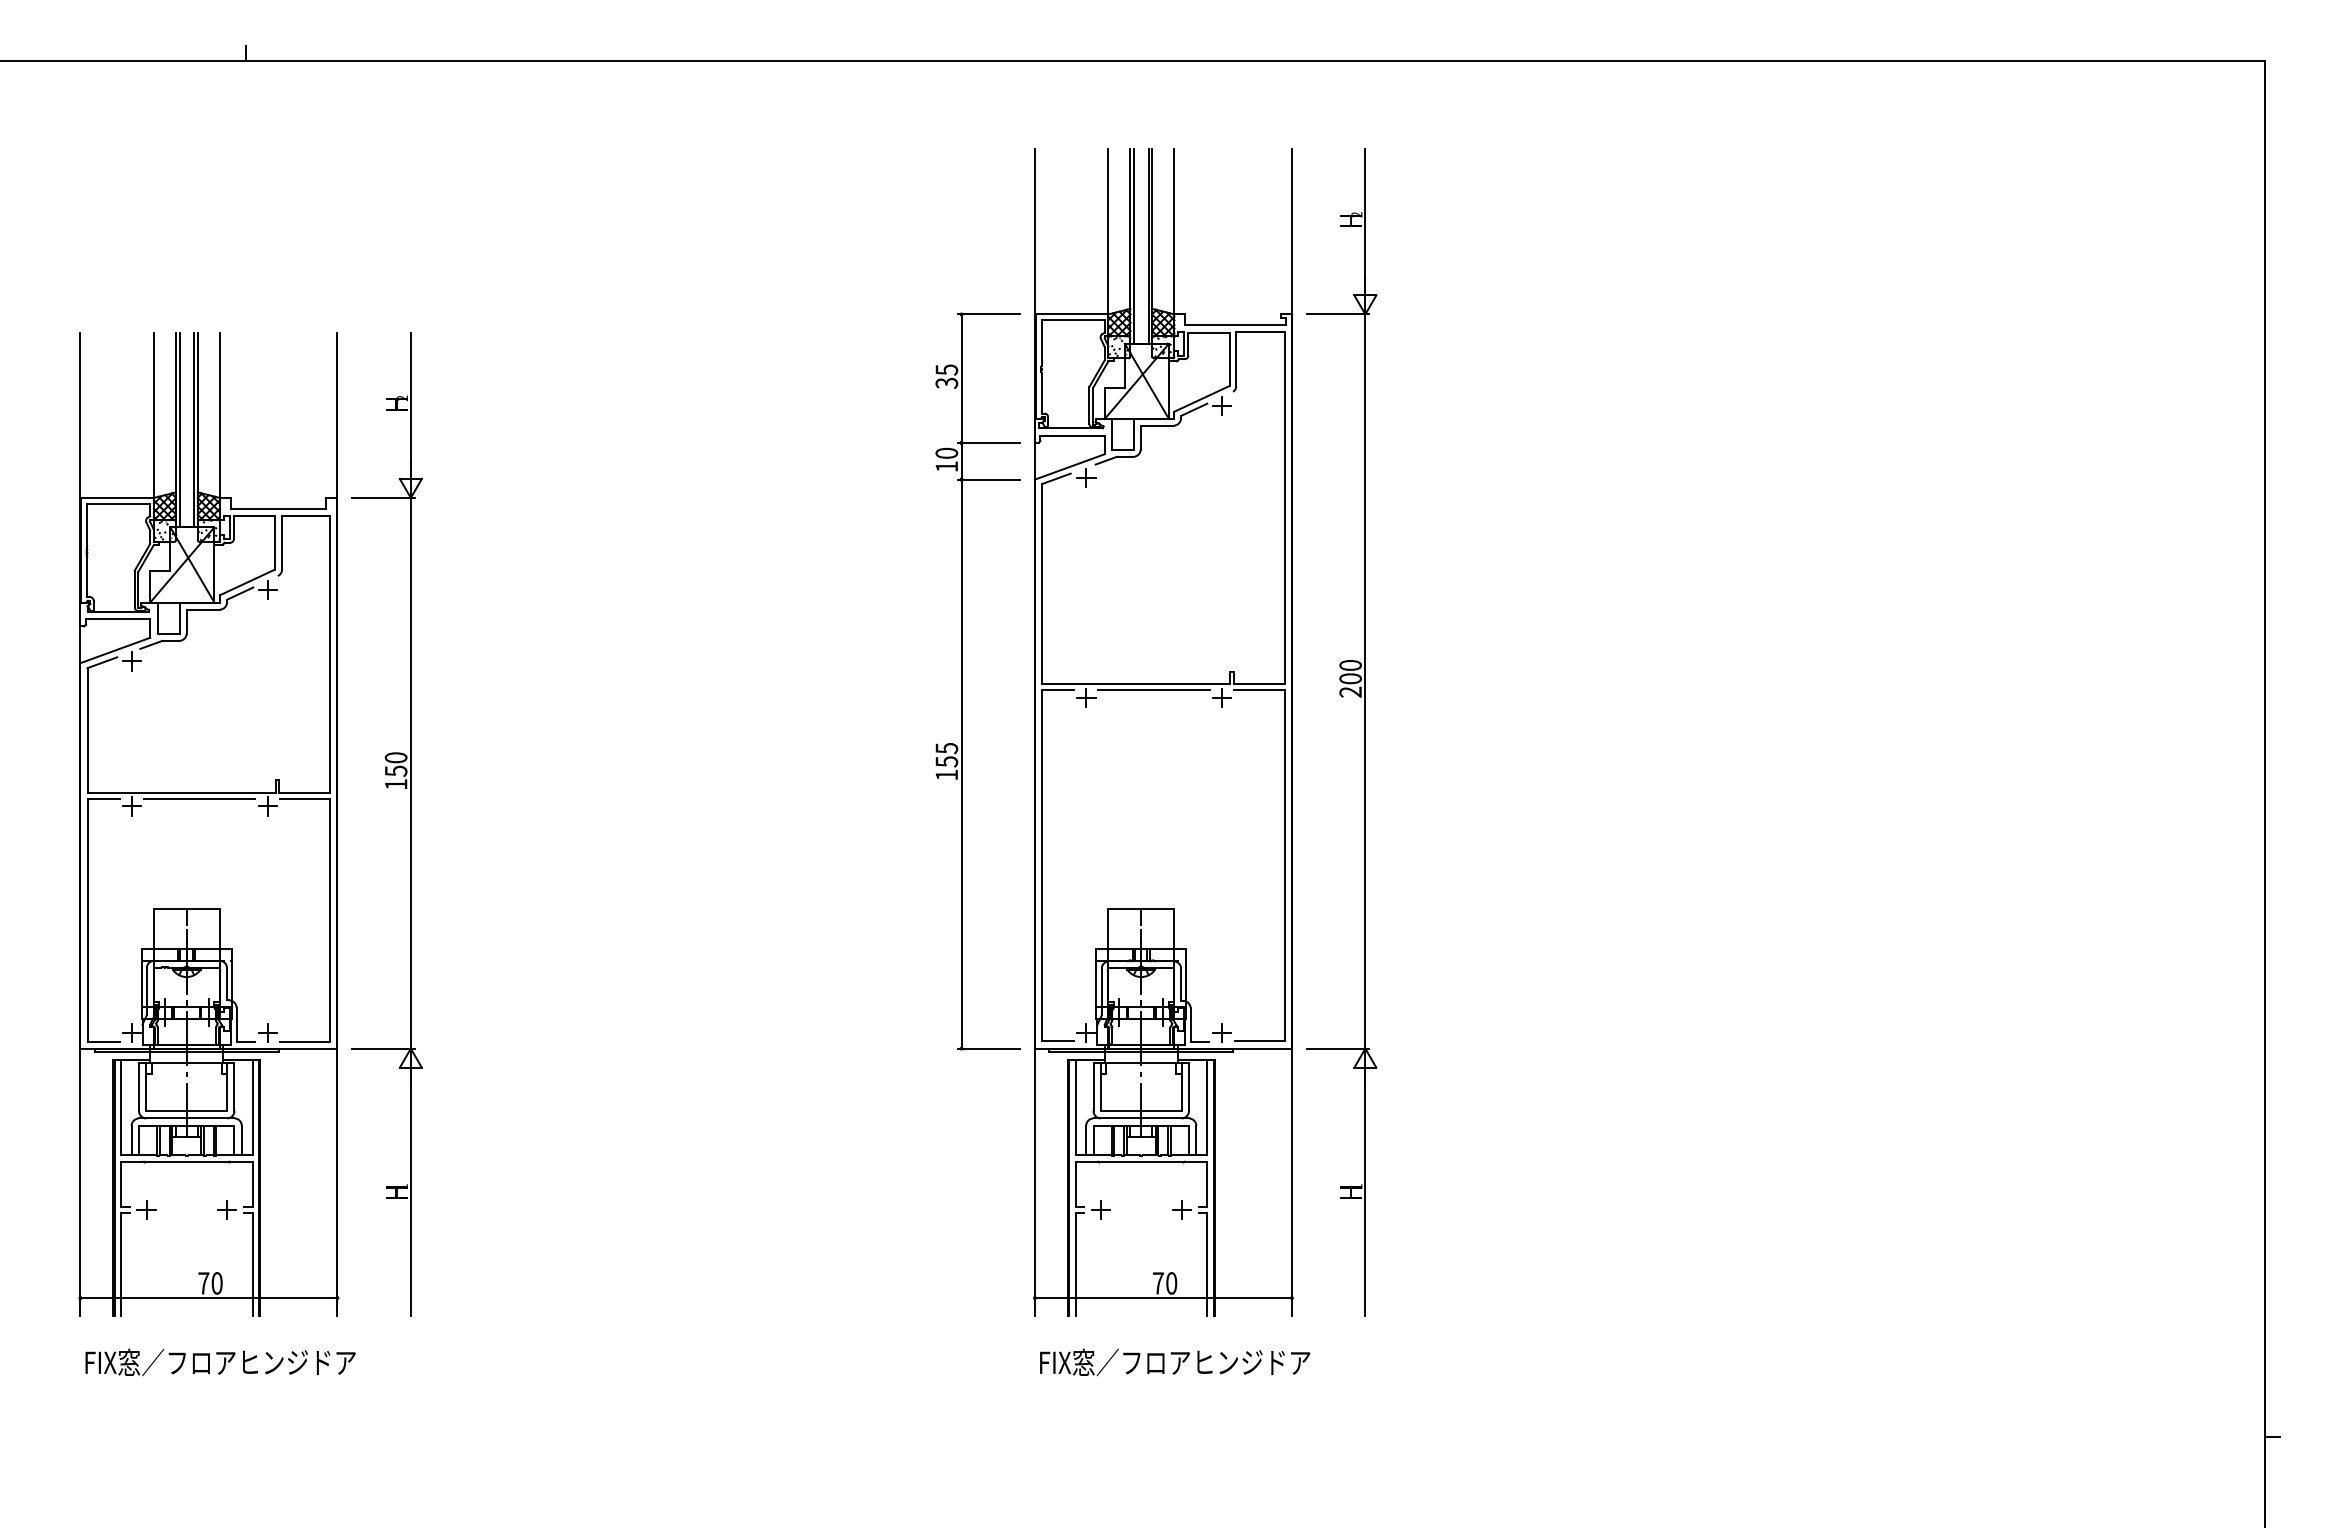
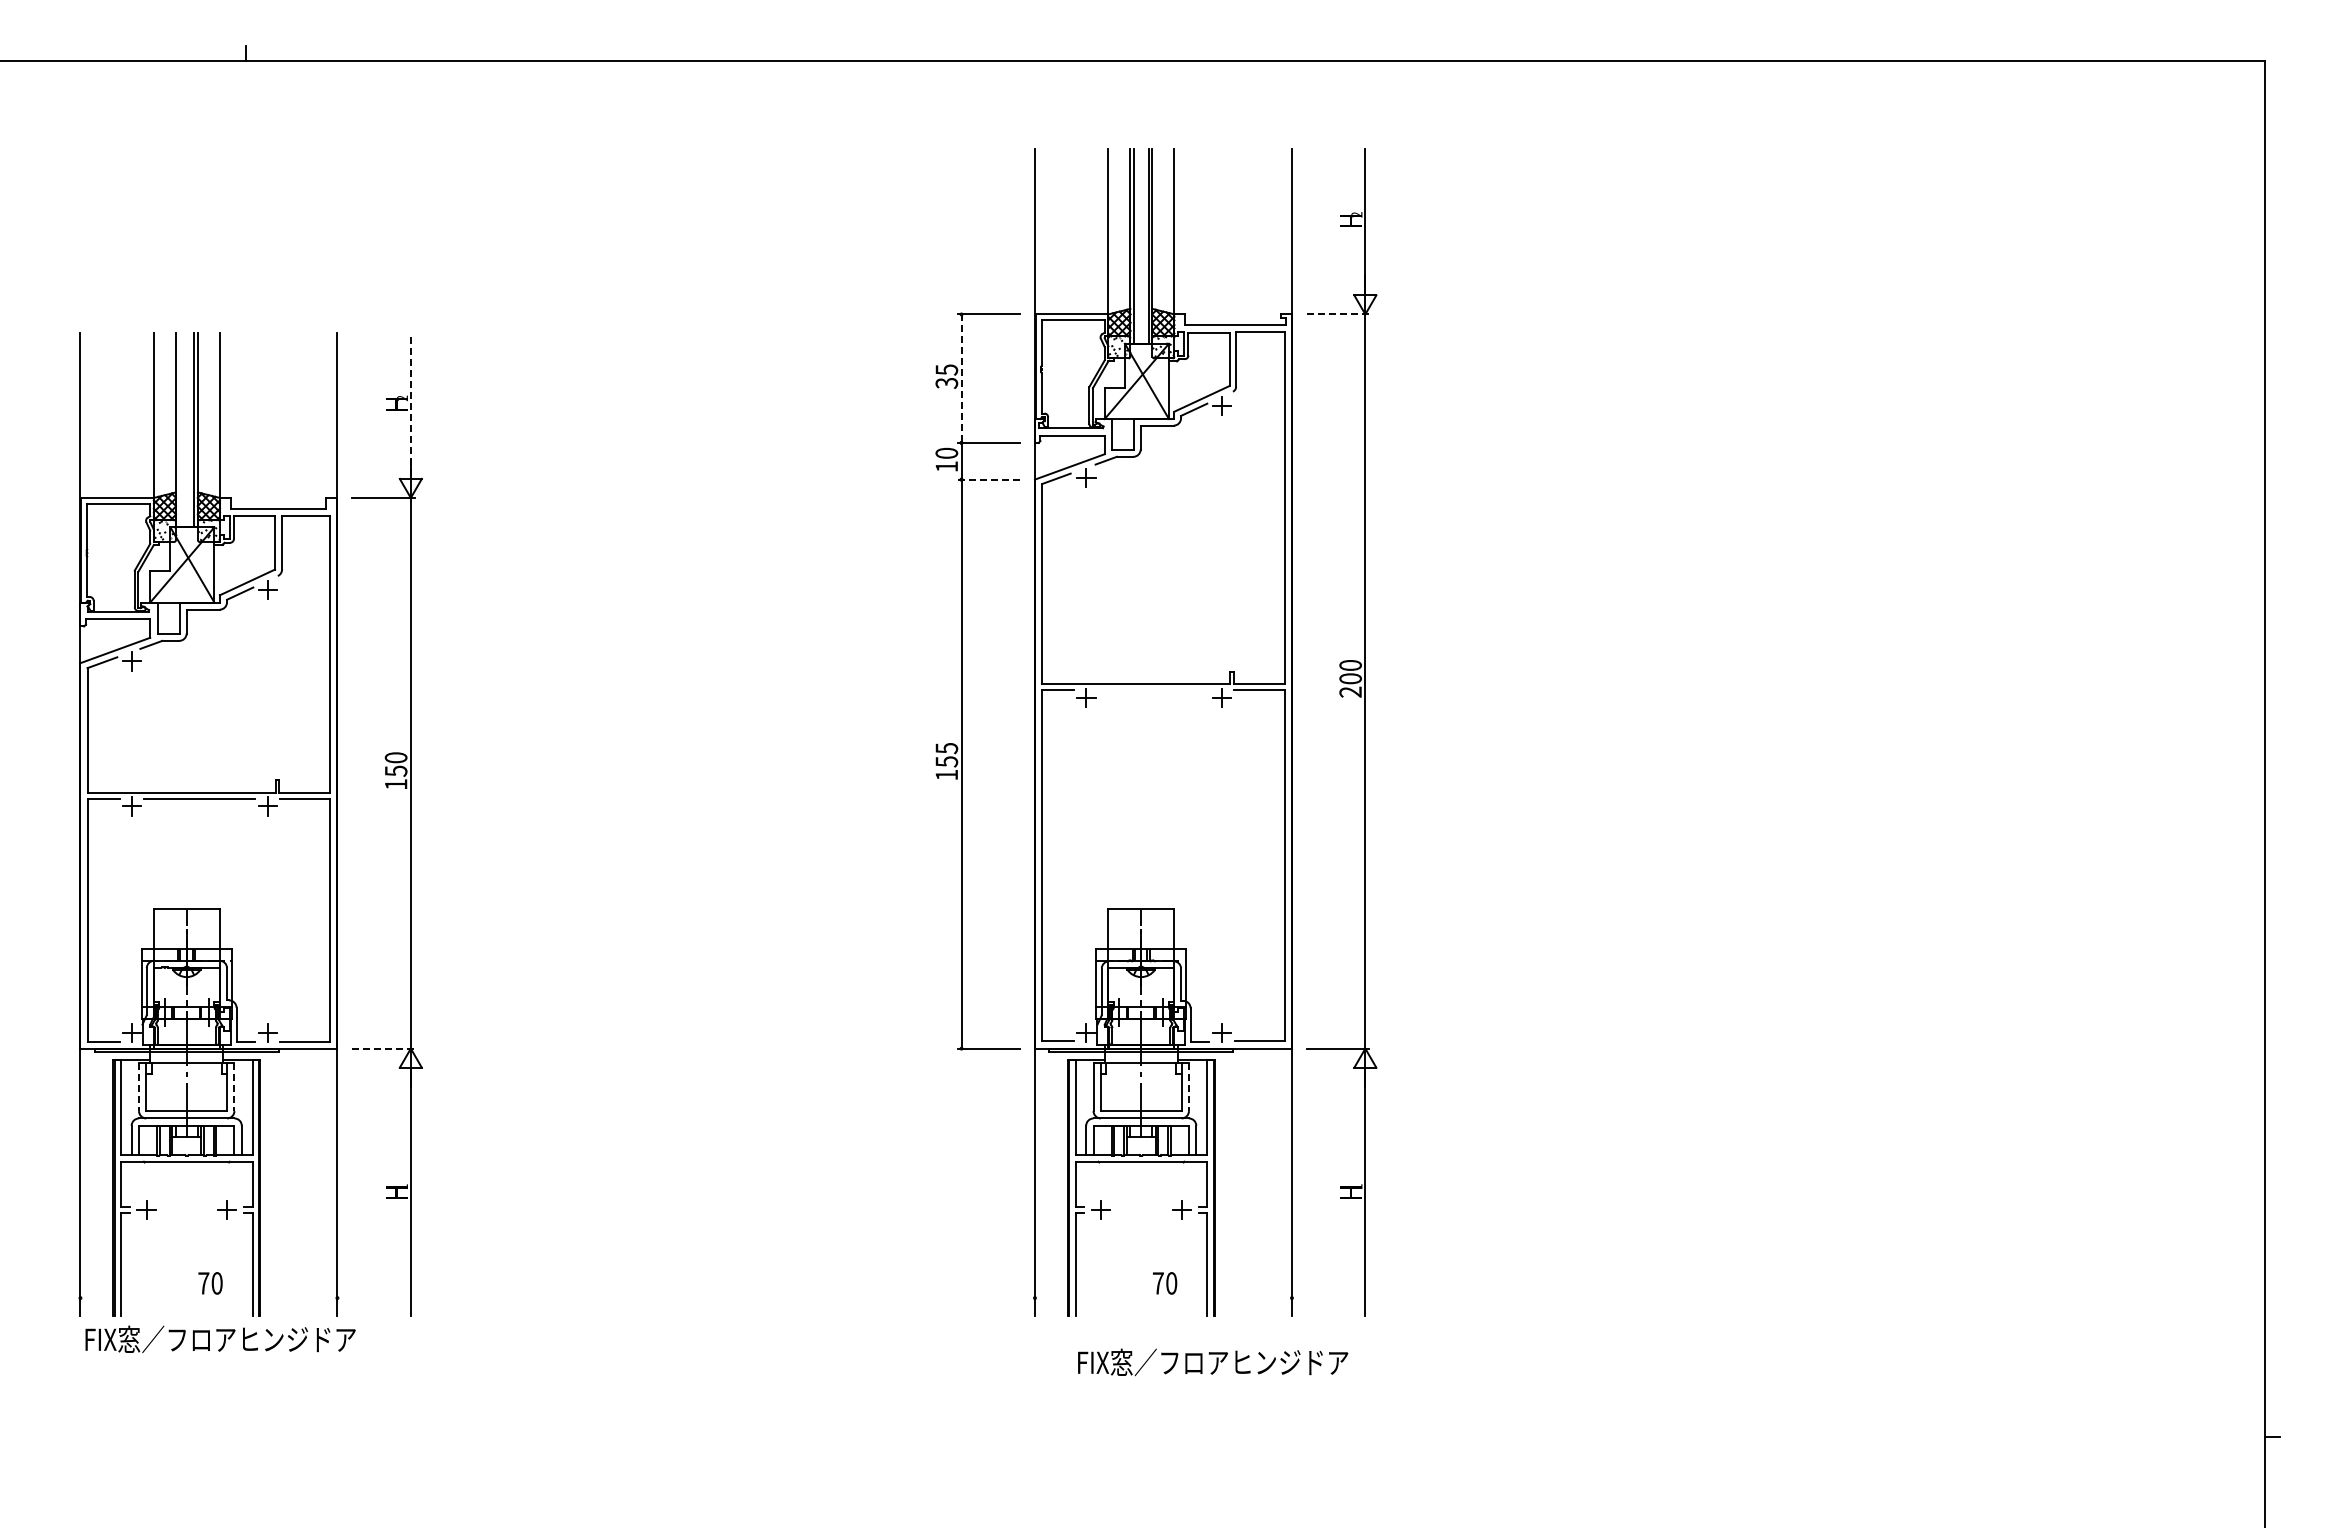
line at (1338, 314): solid -> dashed
line at (961, 379): solid -> dashed
line at (410, 404): solid -> dashed
line at (179, 429): present -> none
line at (988, 479): solid -> dashed
line at (1154, 689): present -> none
line at (383, 1048): solid -> dashed
line at (139, 1087): solid -> dashed
line at (234, 1087): solid -> dashed
line at (1188, 1087): solid -> dashed
line at (208, 1298): present -> none
line at (1162, 1298): present -> none
text at (220, 1362) position: (220, 1362) -> (220, 1339)
text at (1175, 1362) position: (1175, 1362) -> (1213, 1362)
